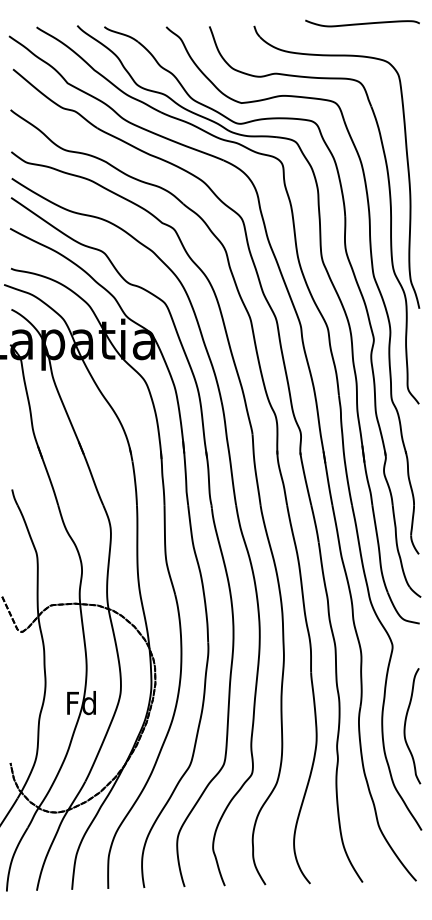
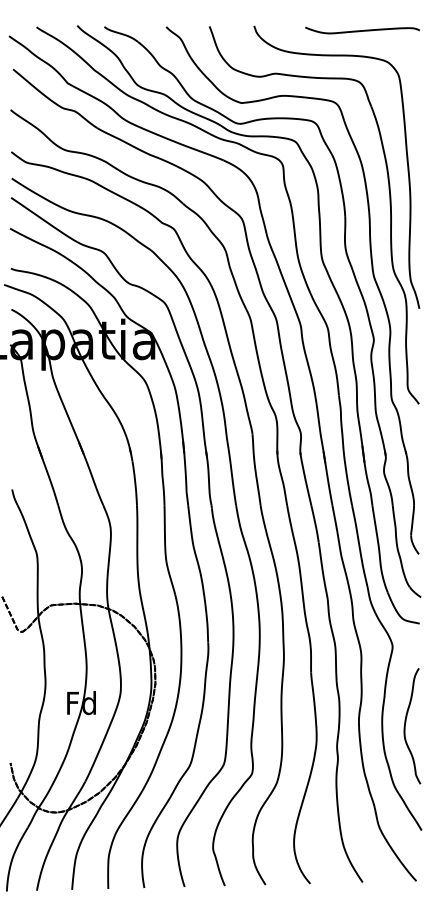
curve at (362, 23) position: (362, 23) -> (362, 30)
